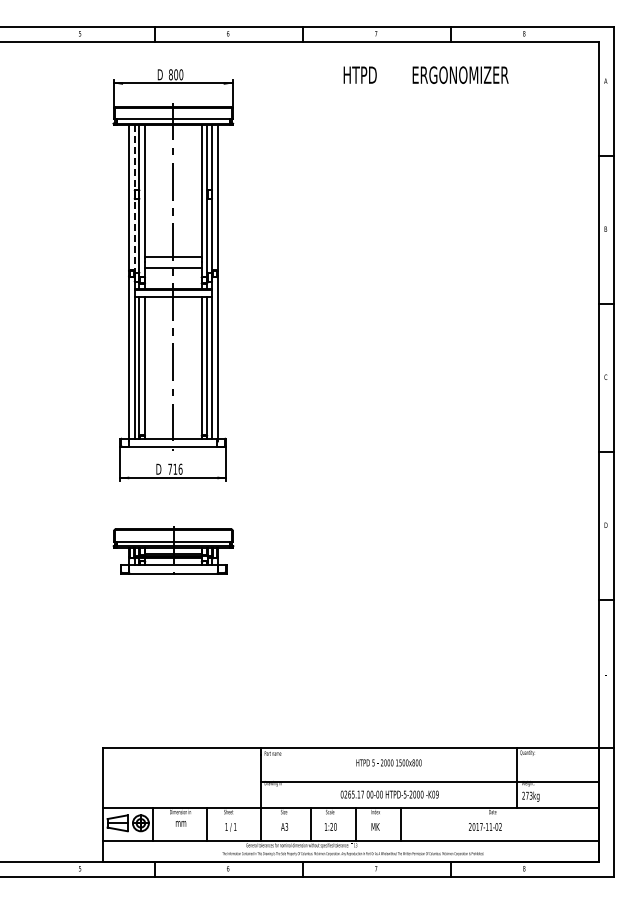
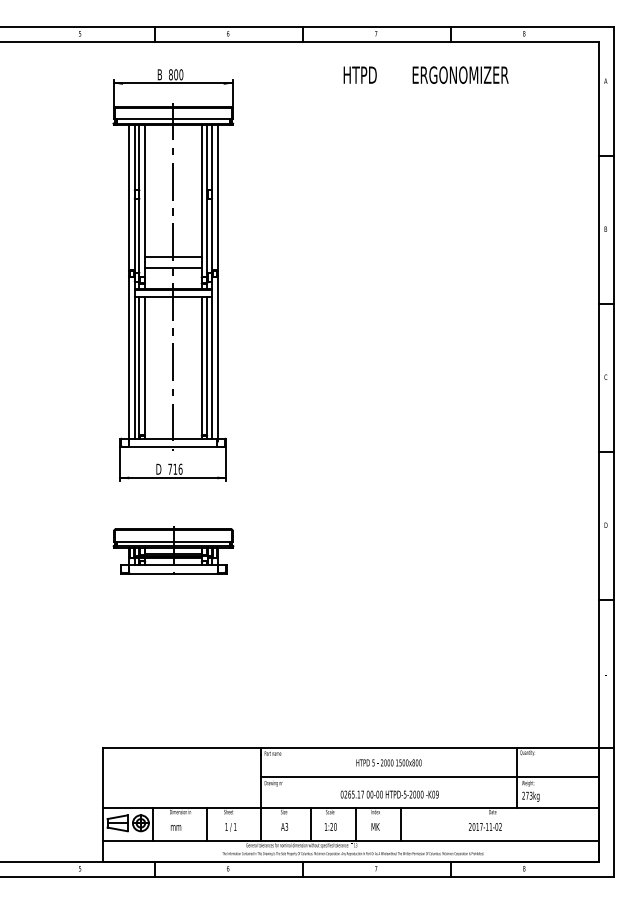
text at (160, 74): D -> B
line at (134, 198): dashed -> solid
line at (429, 782) position: (429, 782) -> (429, 777)
text at (180, 823) position: (180, 823) -> (175, 827)
